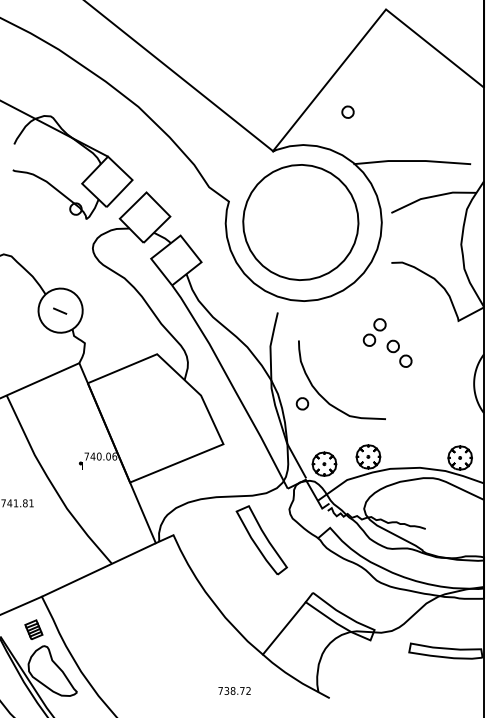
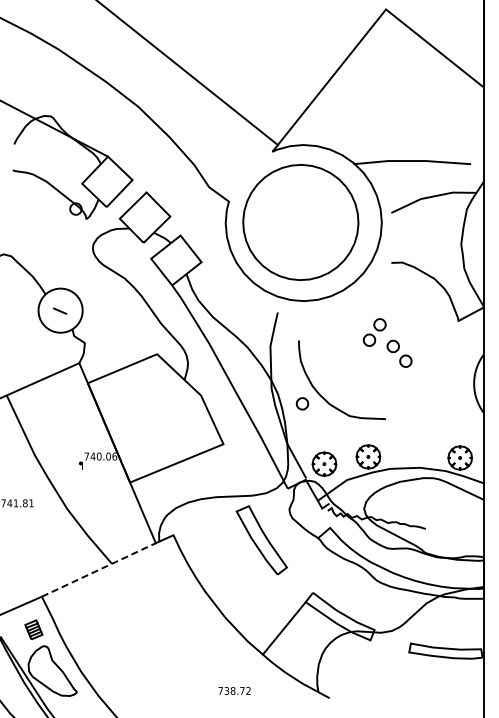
line at (179, 76) position: (179, 76) -> (188, 73)
part at (347, 111): present -> none
line at (98, 569): solid -> dashed
